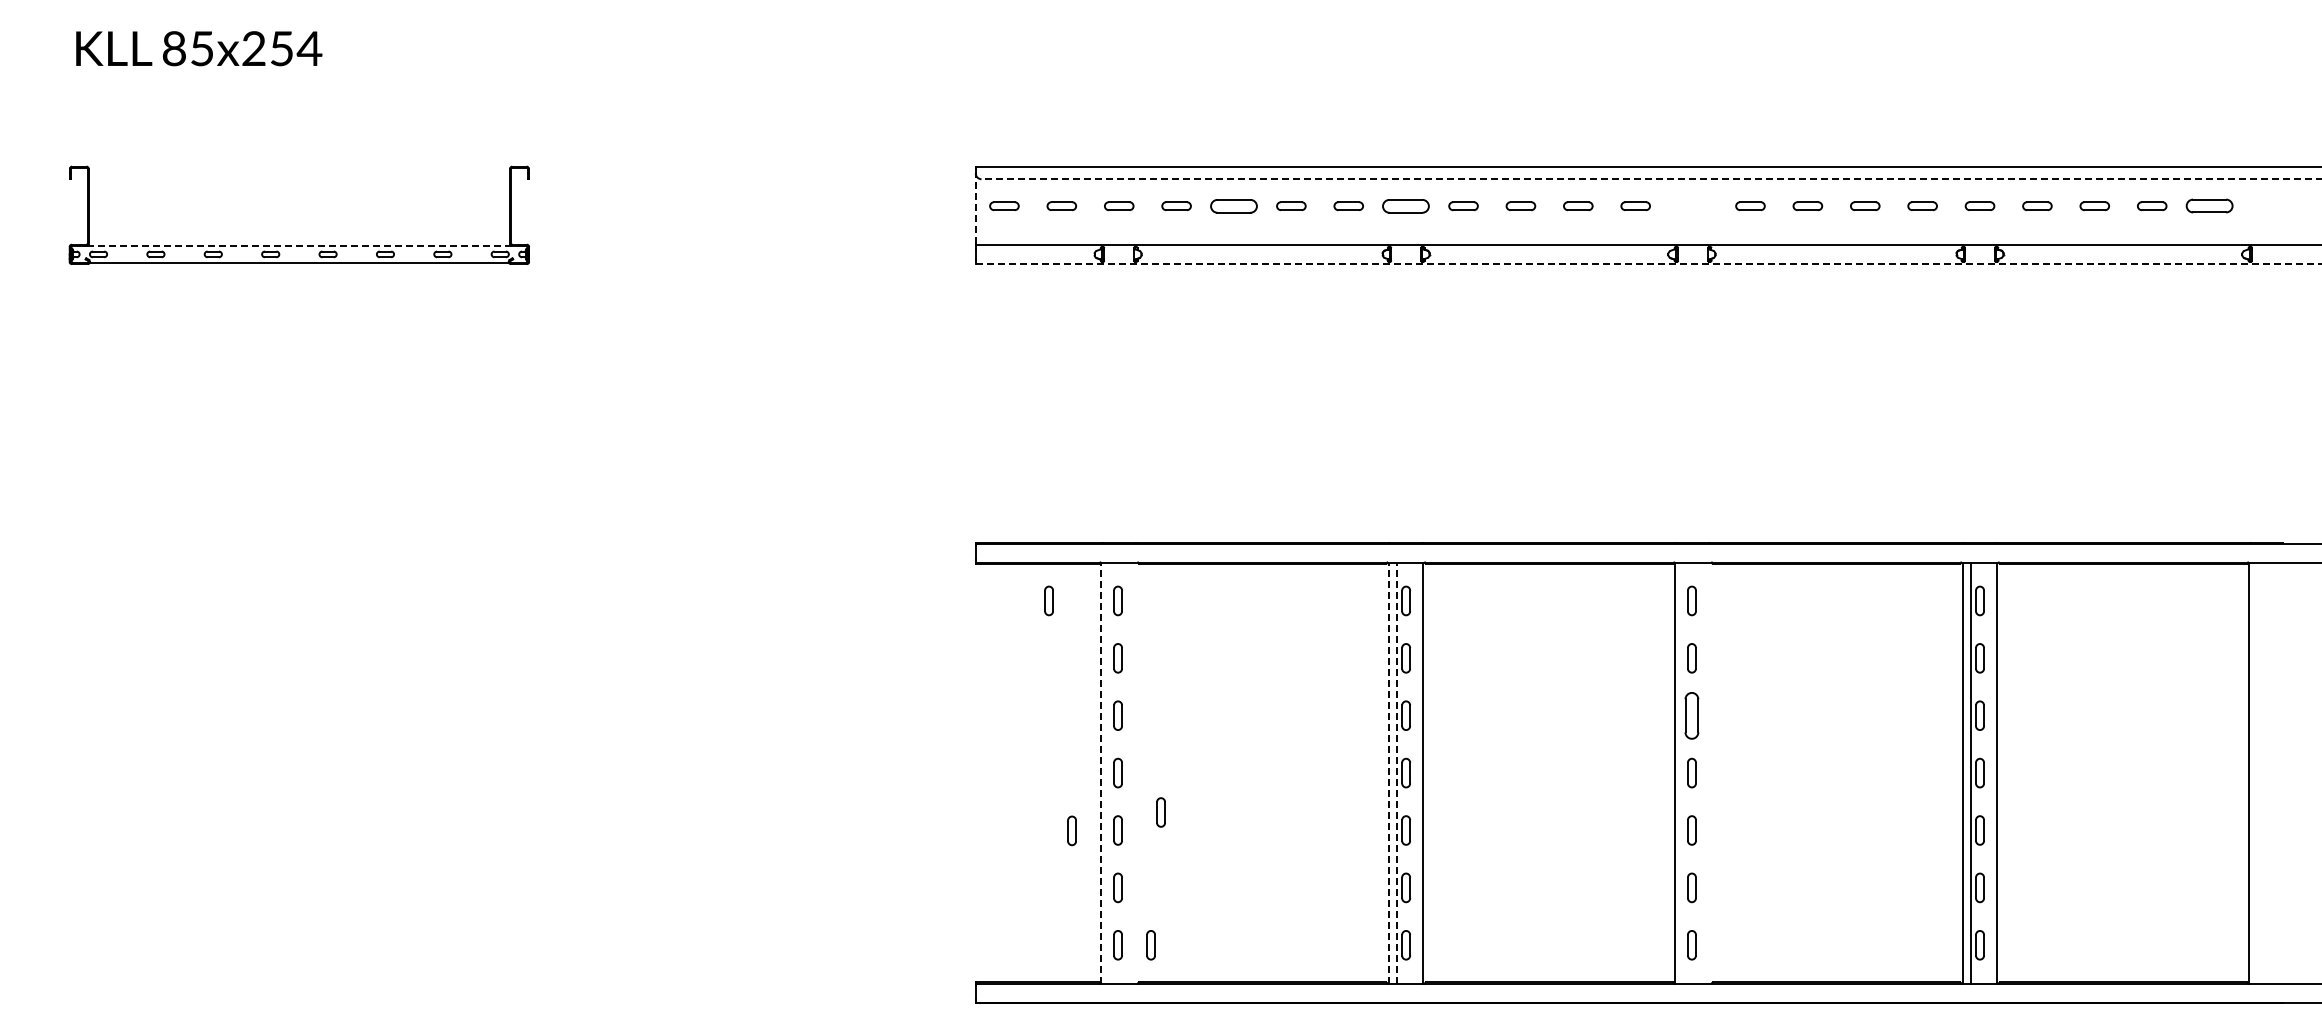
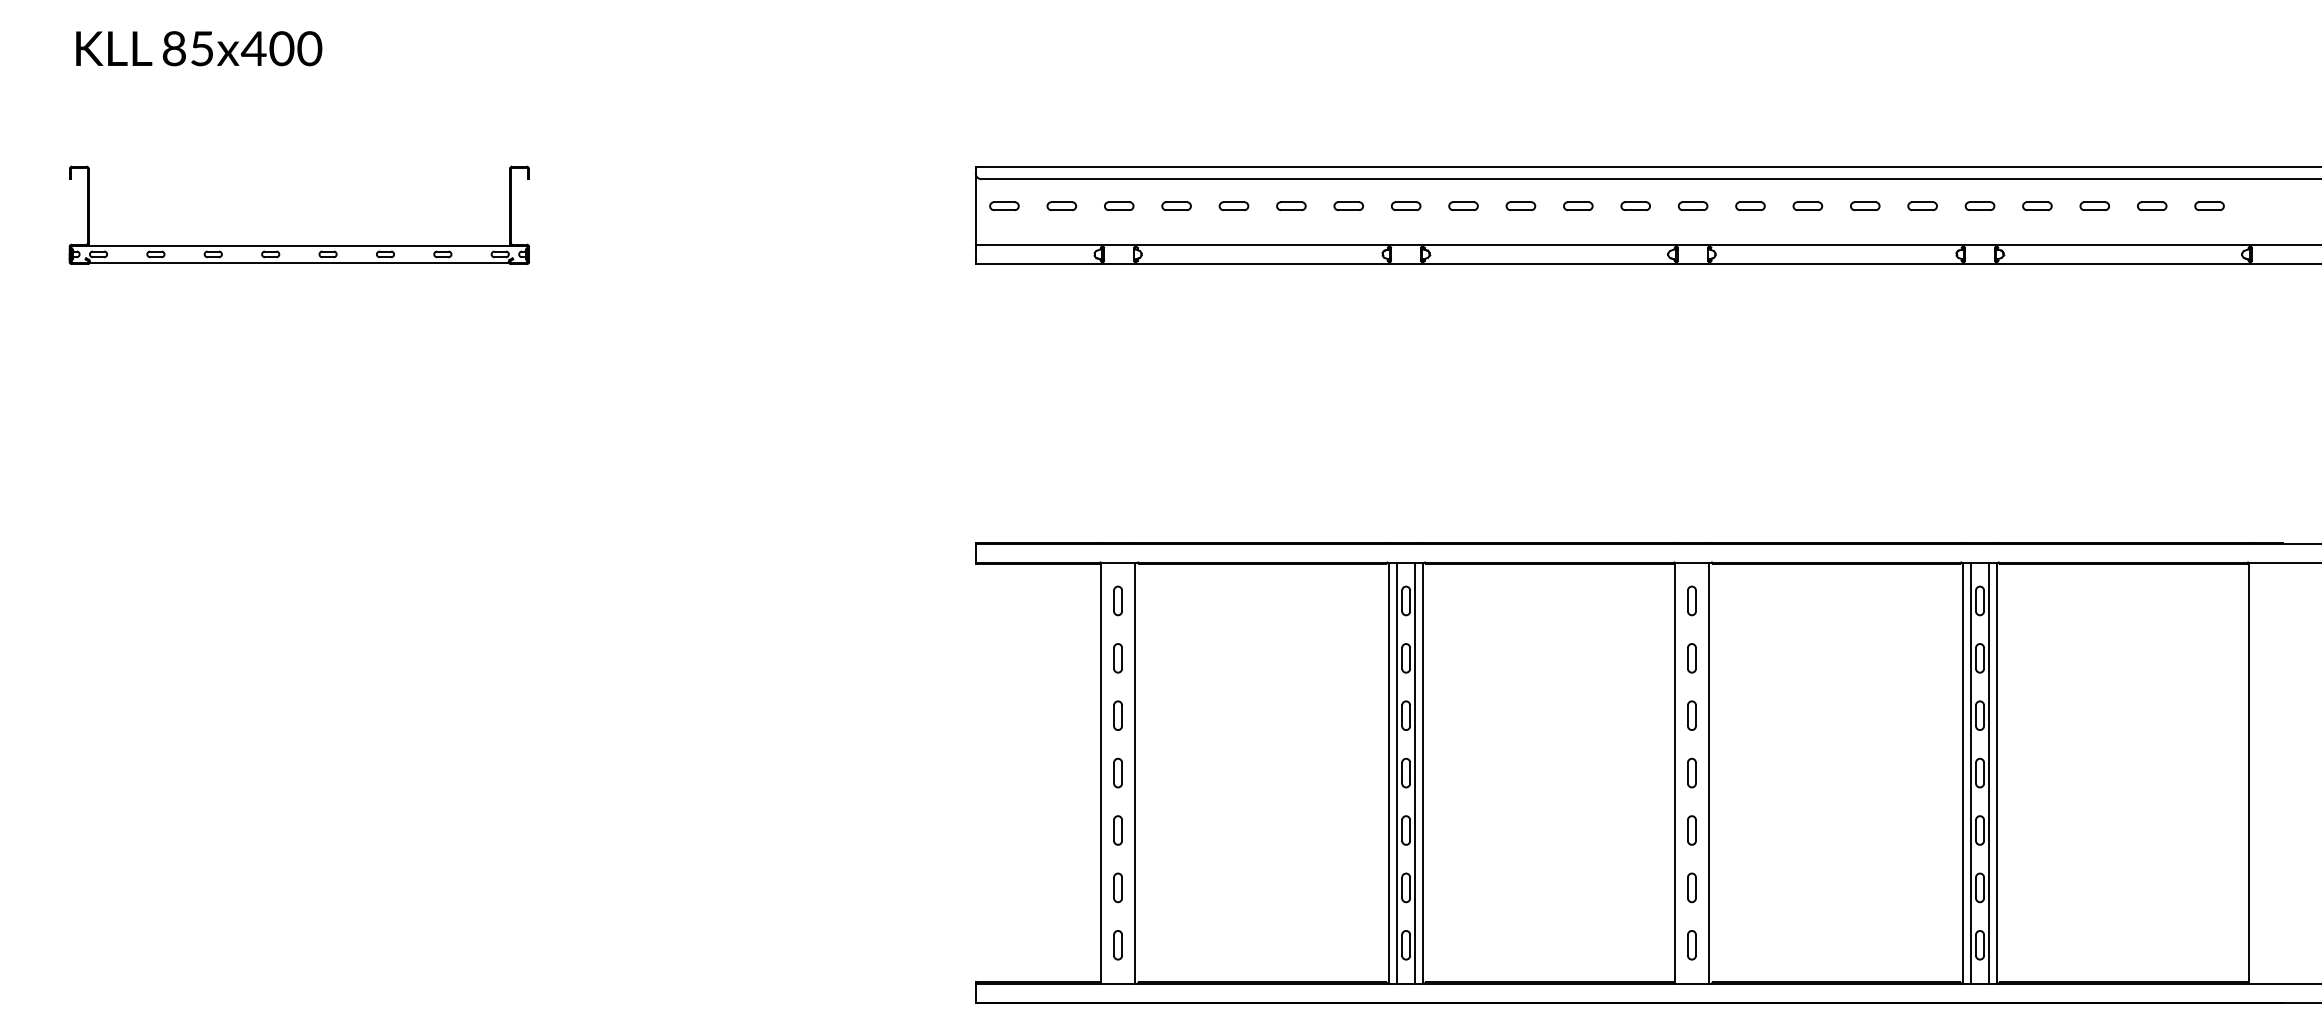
text at (281, 48): 85x254 -> 85x400
line at (1651, 179): dashed -> solid
part at (1692, 205): none -> present
part at (2209, 205) size: 49x16 px -> 31x11 px
part at (1233, 206) size: 48x15 px -> 32x10 px
part at (1405, 206) size: 48x15 px -> 31x10 px
line at (975, 208): dashed -> solid
line at (299, 245): dashed -> solid
line at (1648, 264): dashed -> solid
part at (1048, 600): present -> none
part at (1691, 715) size: 16x48 px -> 10x31 px
line at (1135, 772): none -> present
line at (1415, 772): none -> present
line at (1709, 772): none -> present
line at (1989, 772): none -> present
line at (1100, 773): dashed -> solid
line at (1388, 773): dashed -> solid
line at (1397, 773): dashed -> solid
part at (1160, 812): present -> none
part at (1071, 830): present -> none
part at (1150, 945): present -> none
